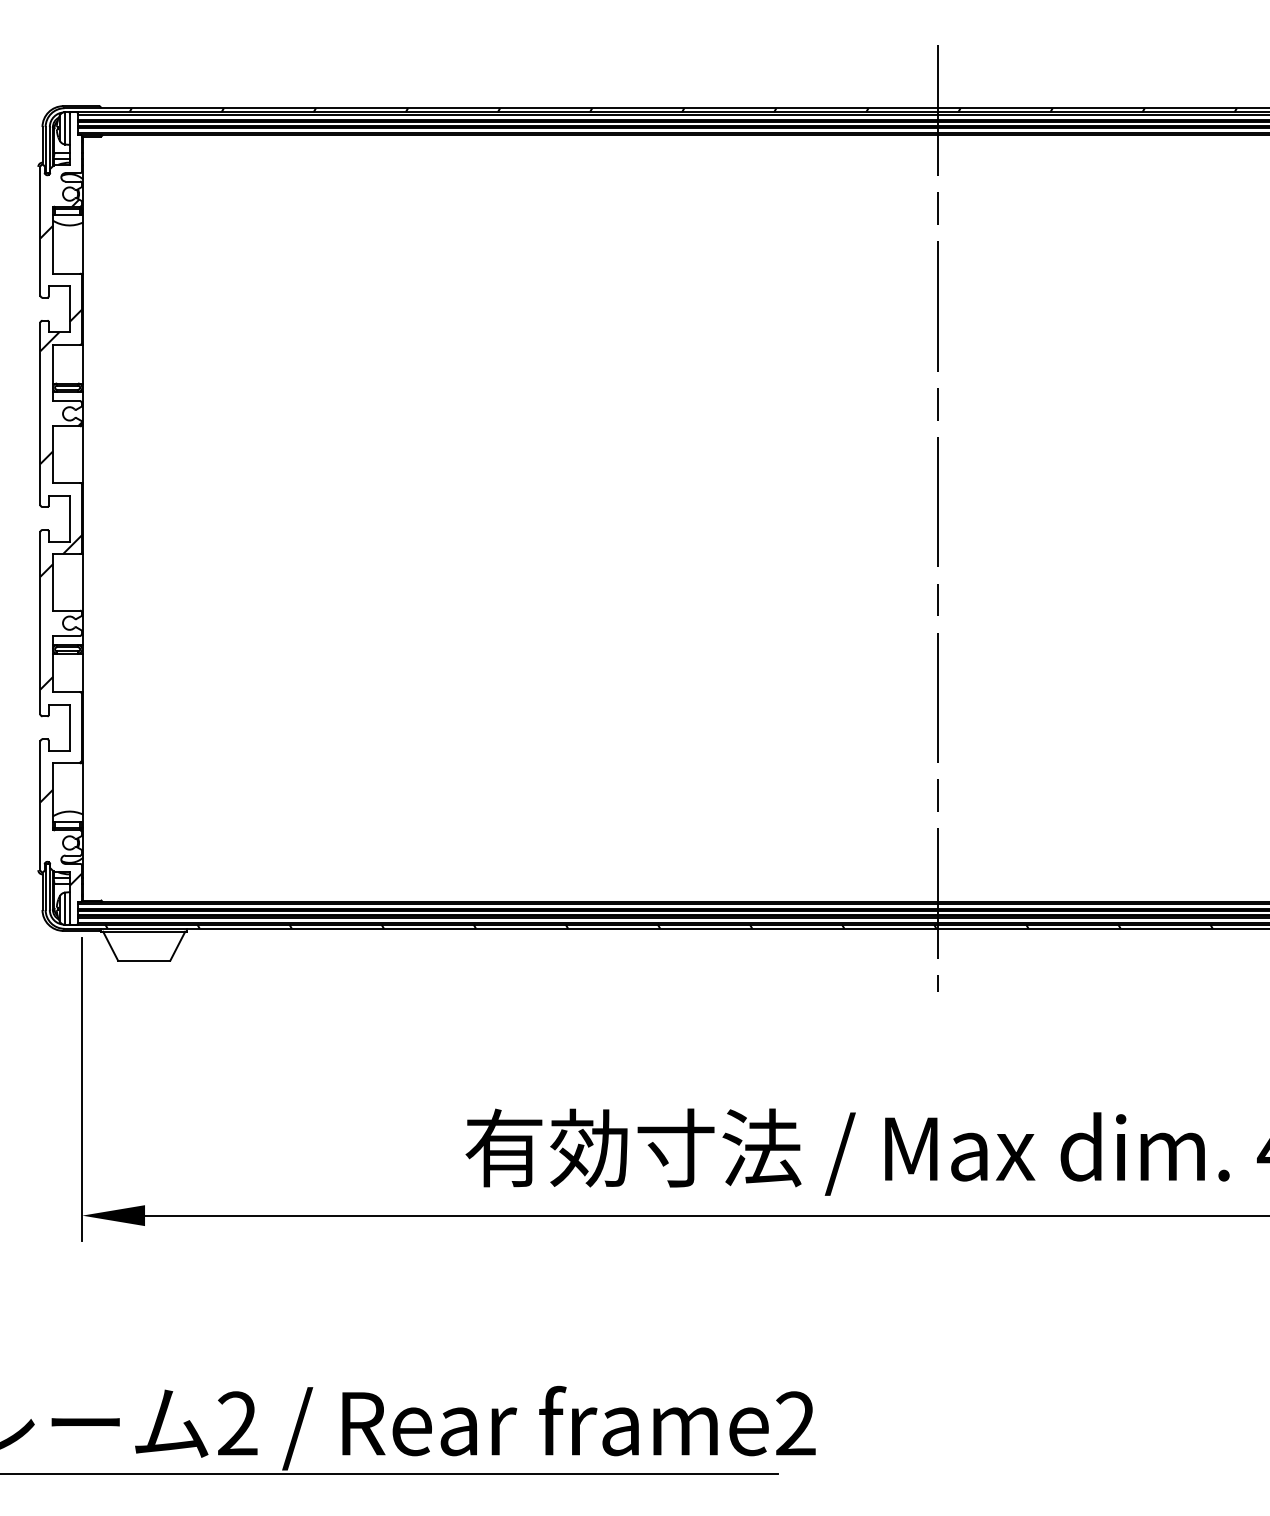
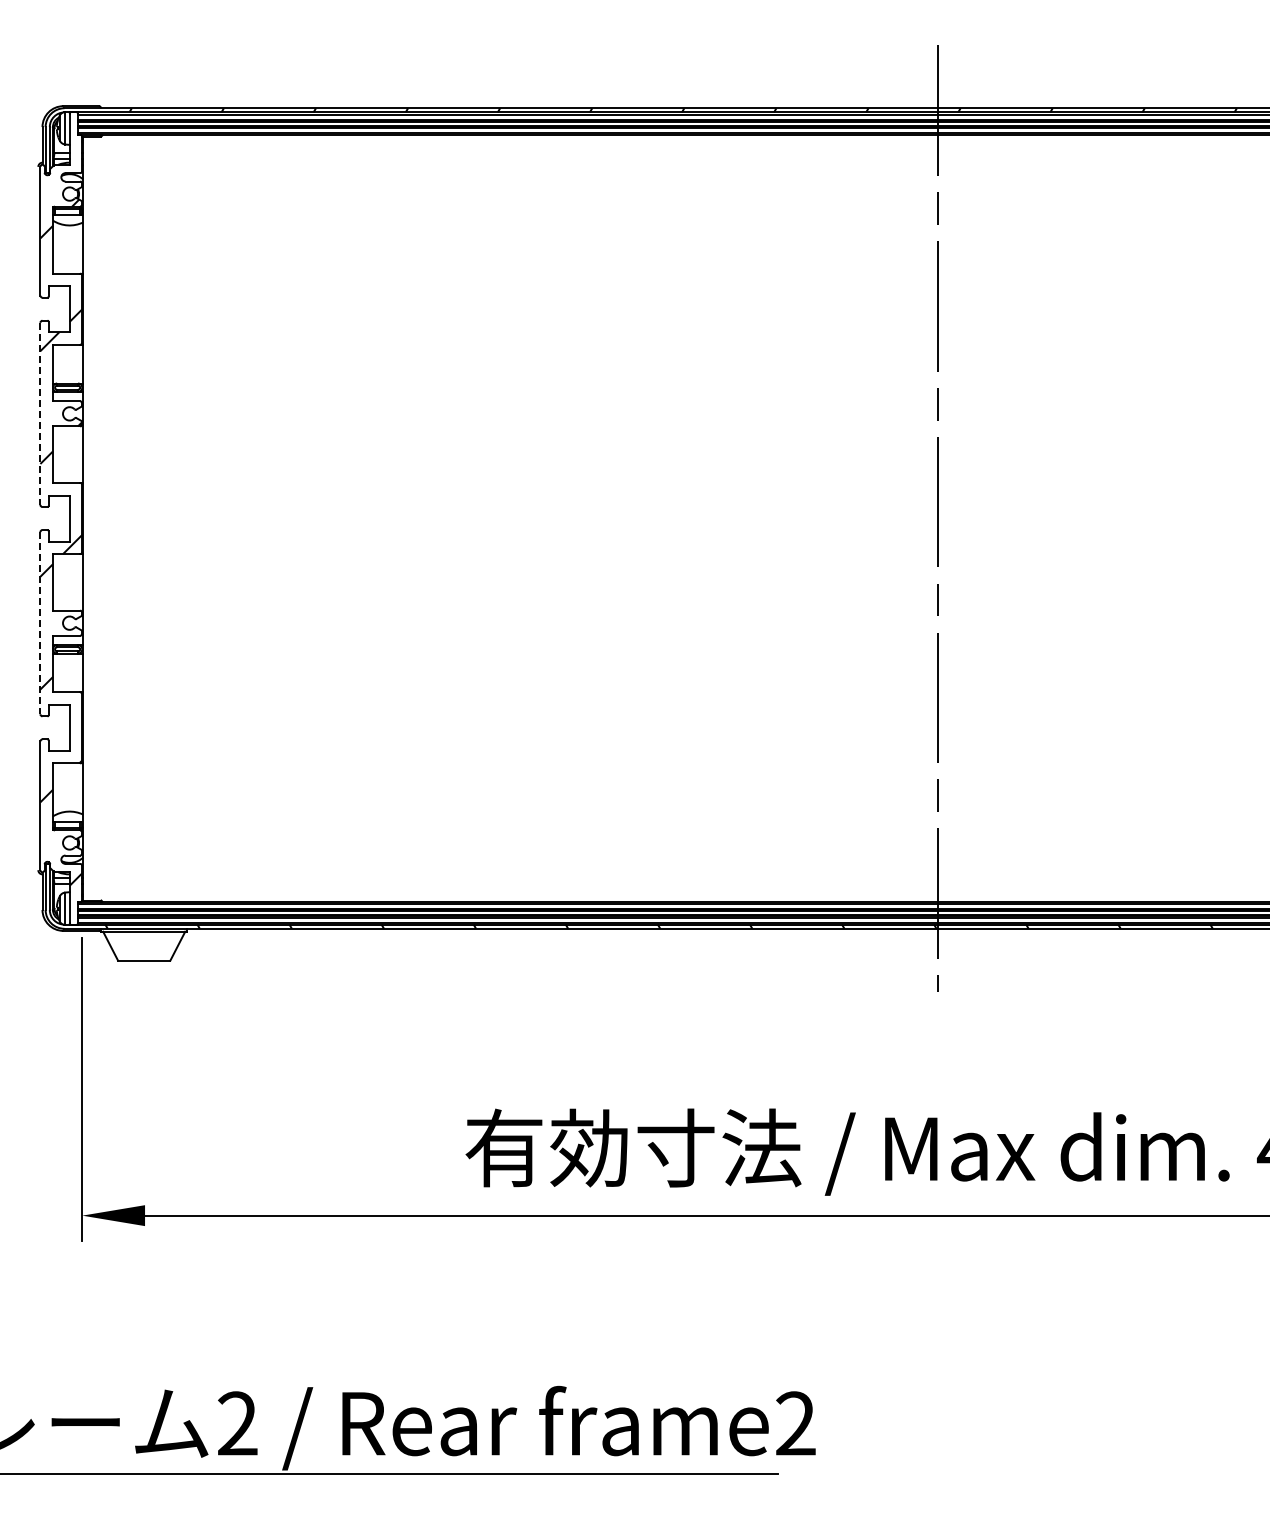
line at (40, 414): solid -> dashed
line at (40, 623): solid -> dashed
